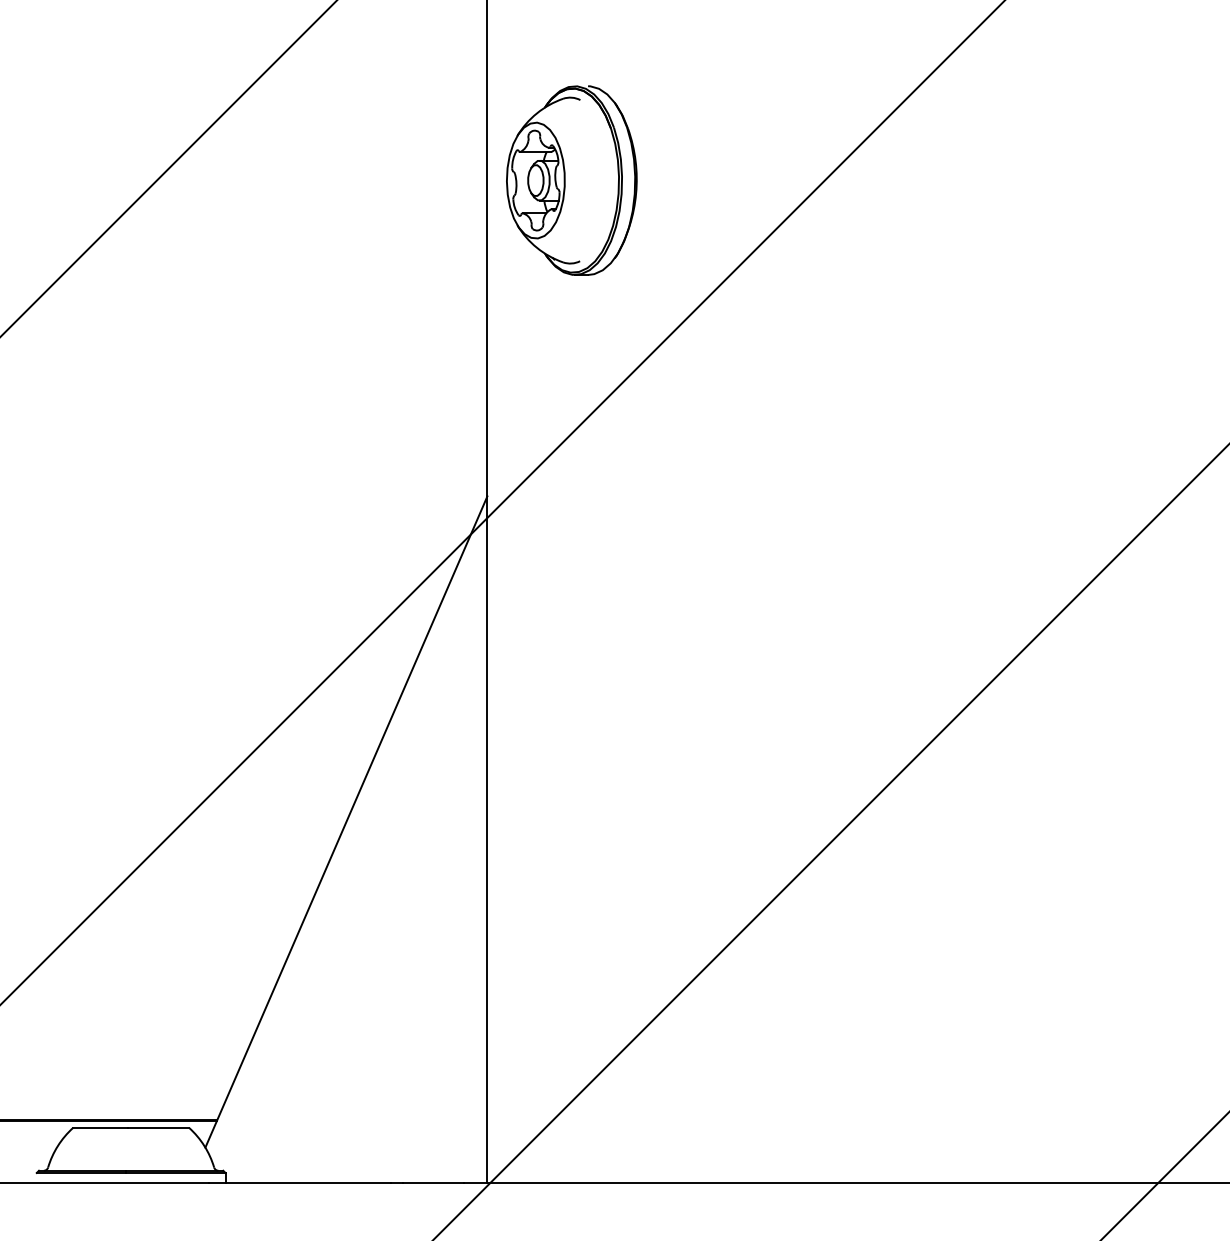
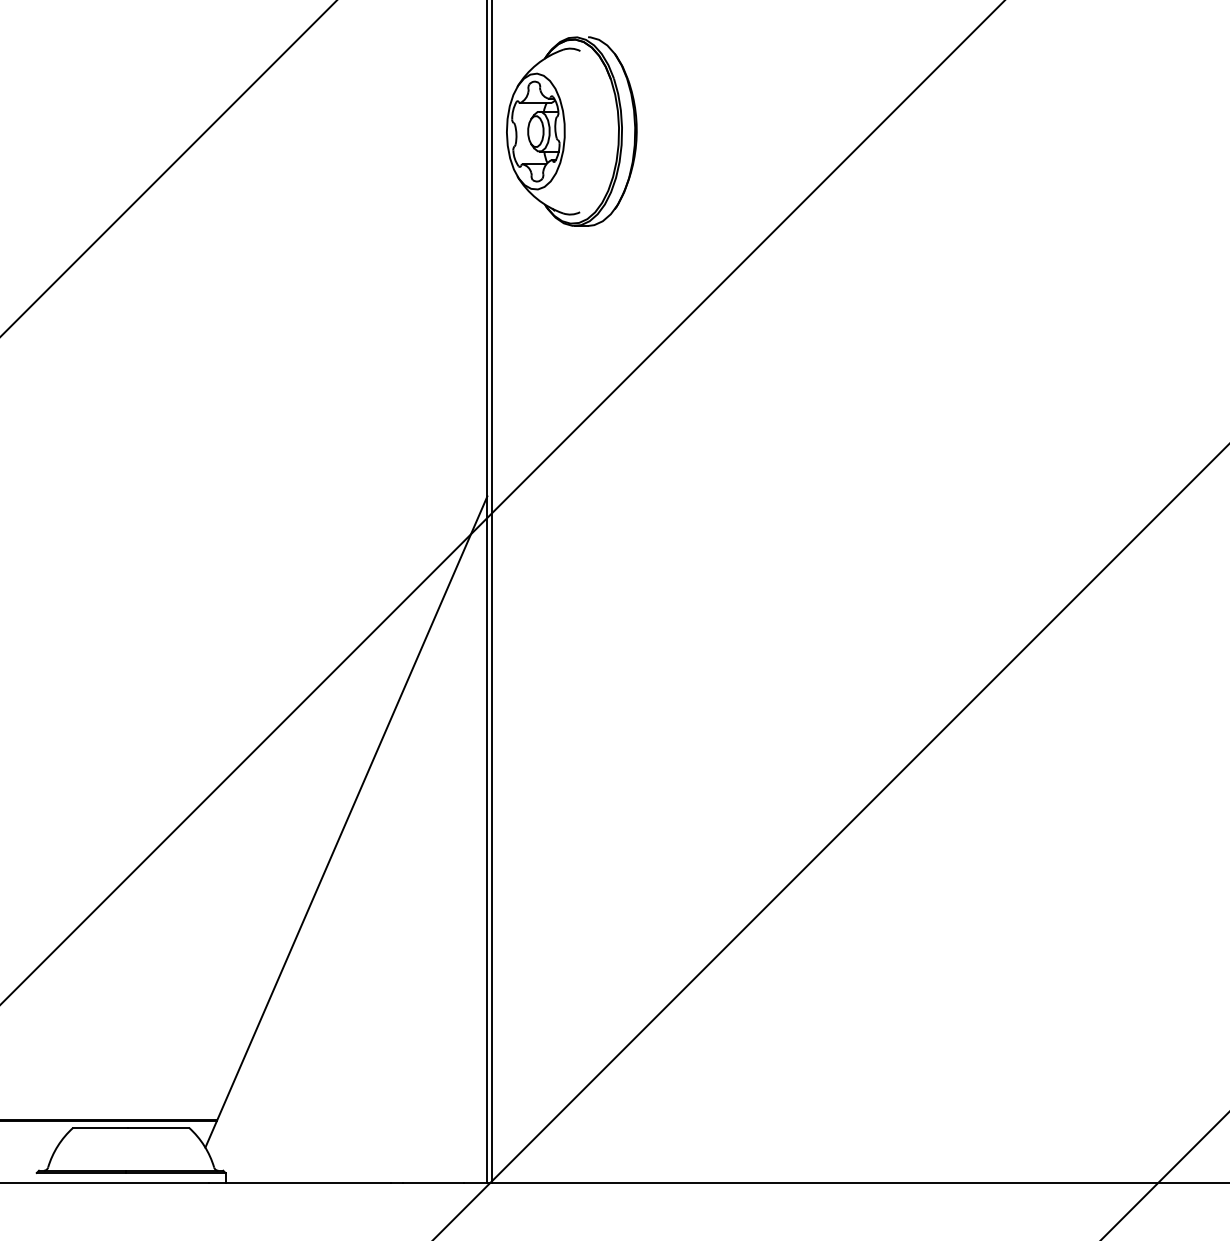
part at (571, 180) position: (571, 180) -> (571, 131)
line at (491, 592): none -> present
